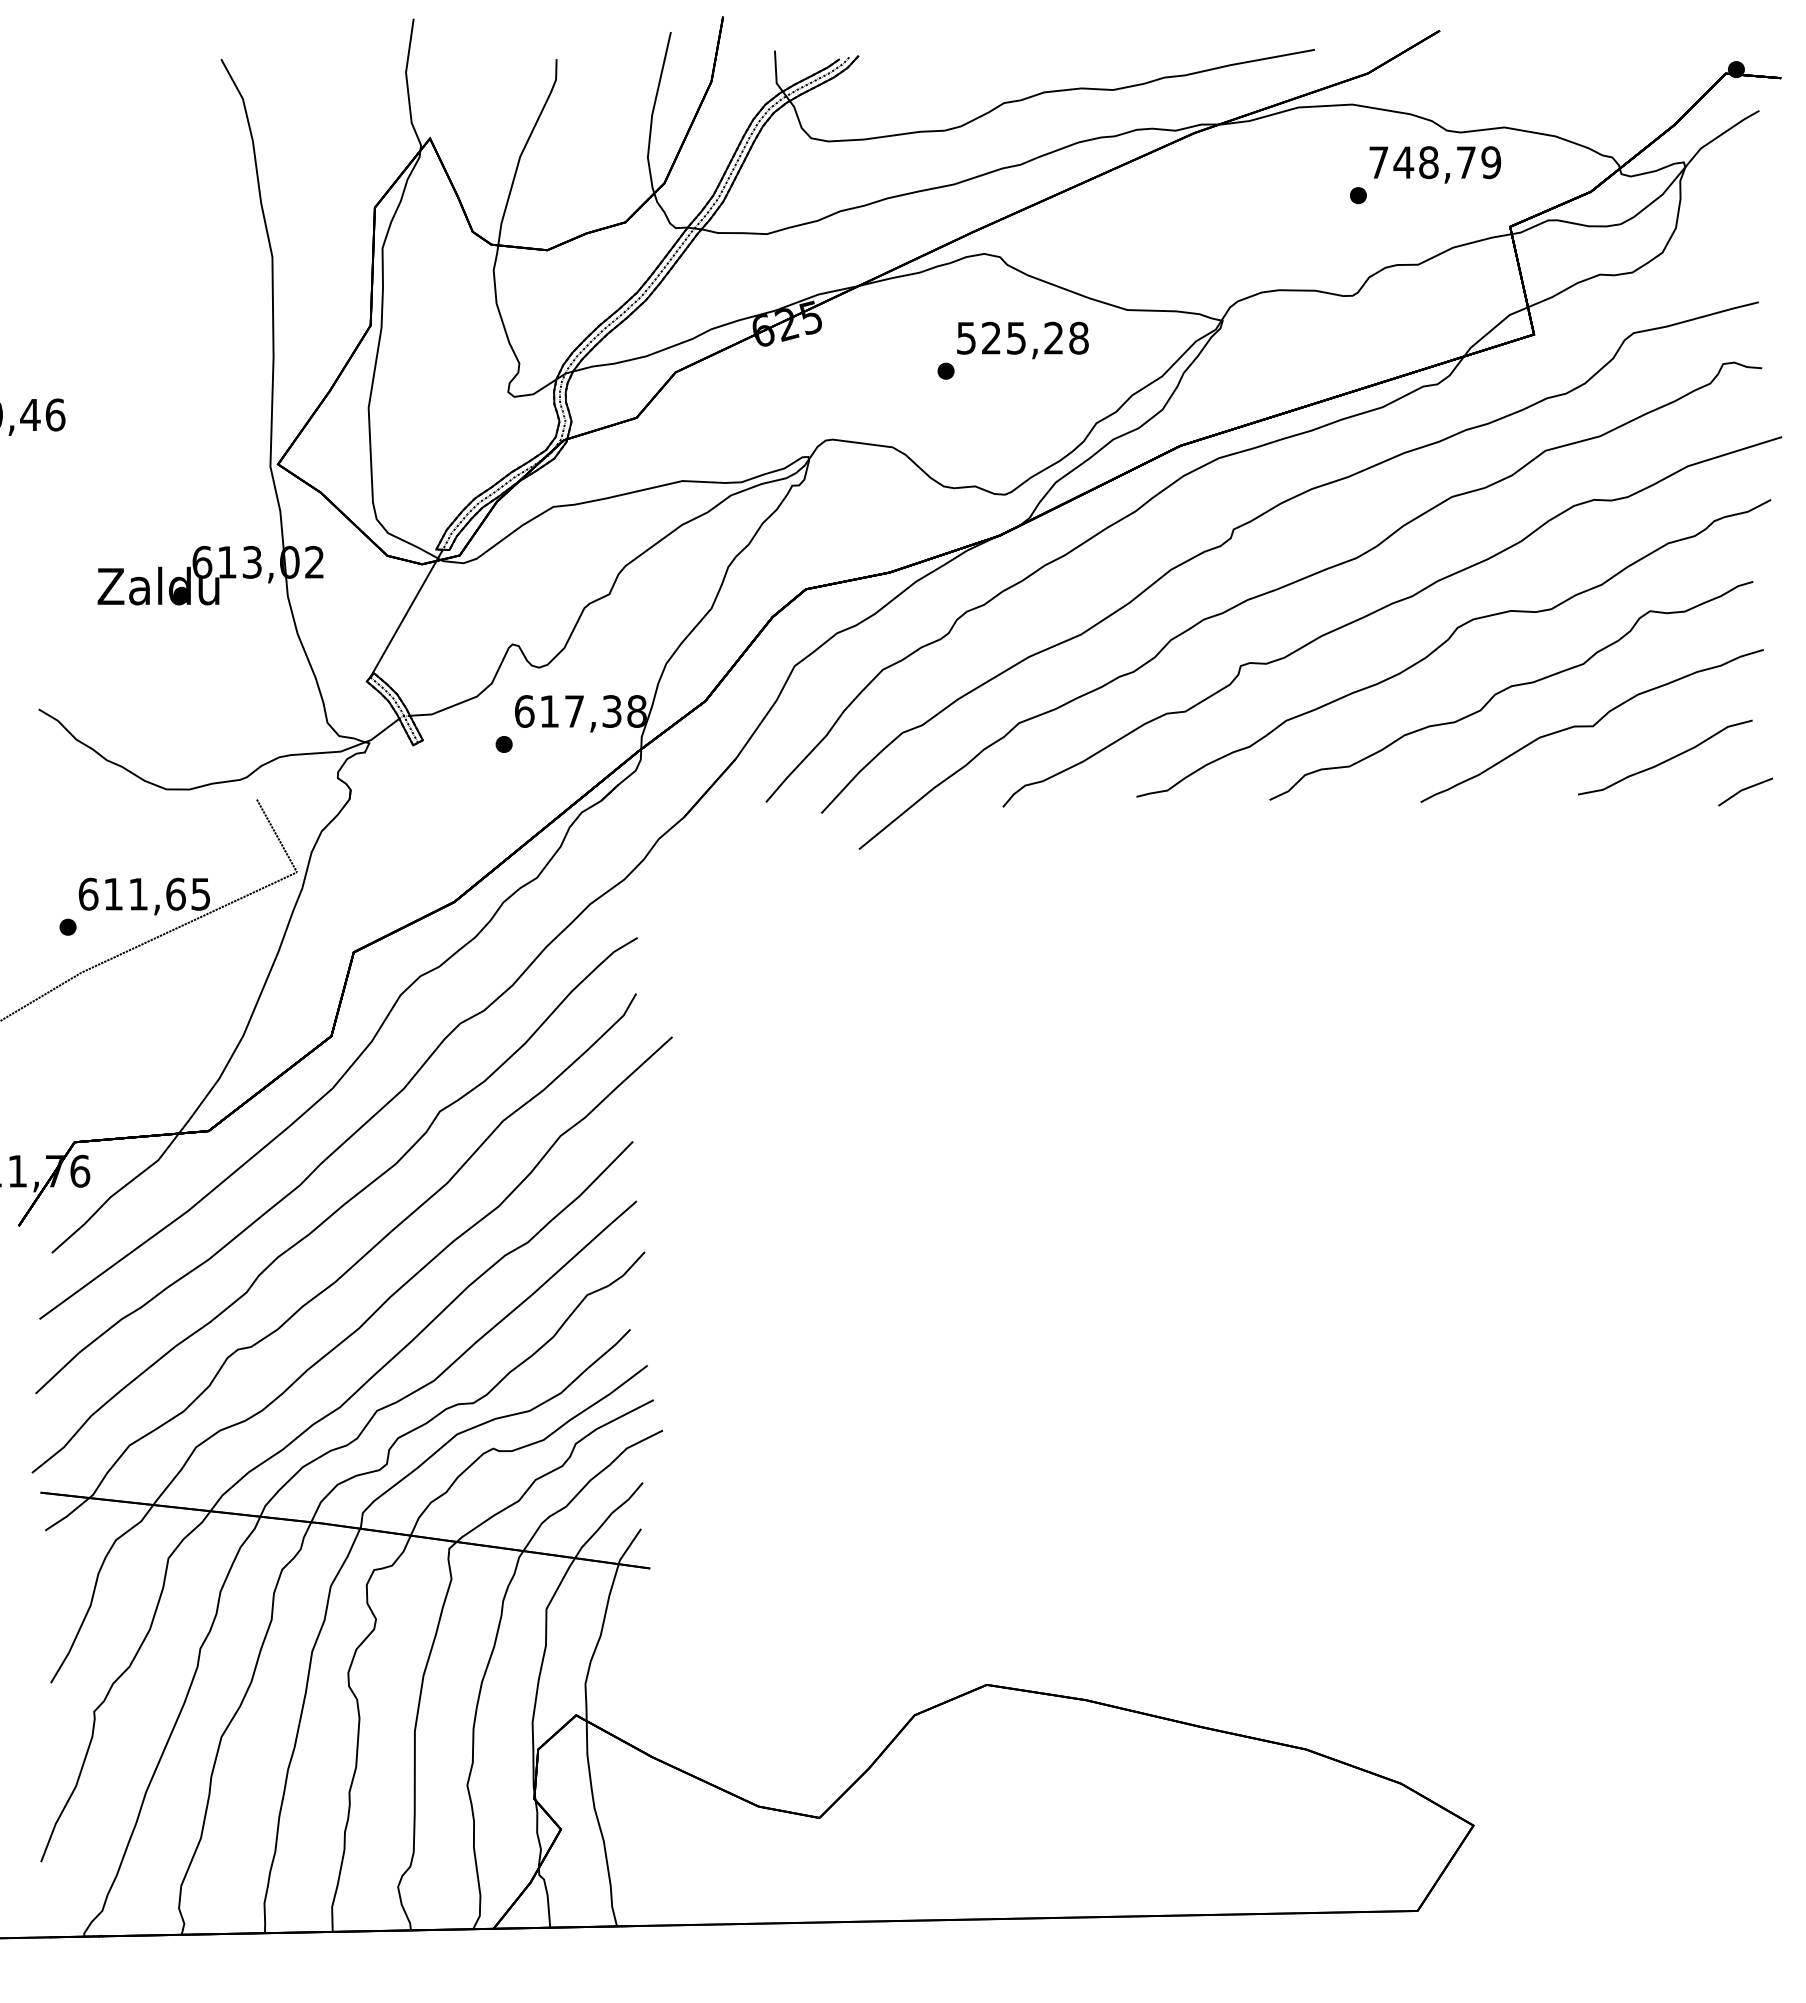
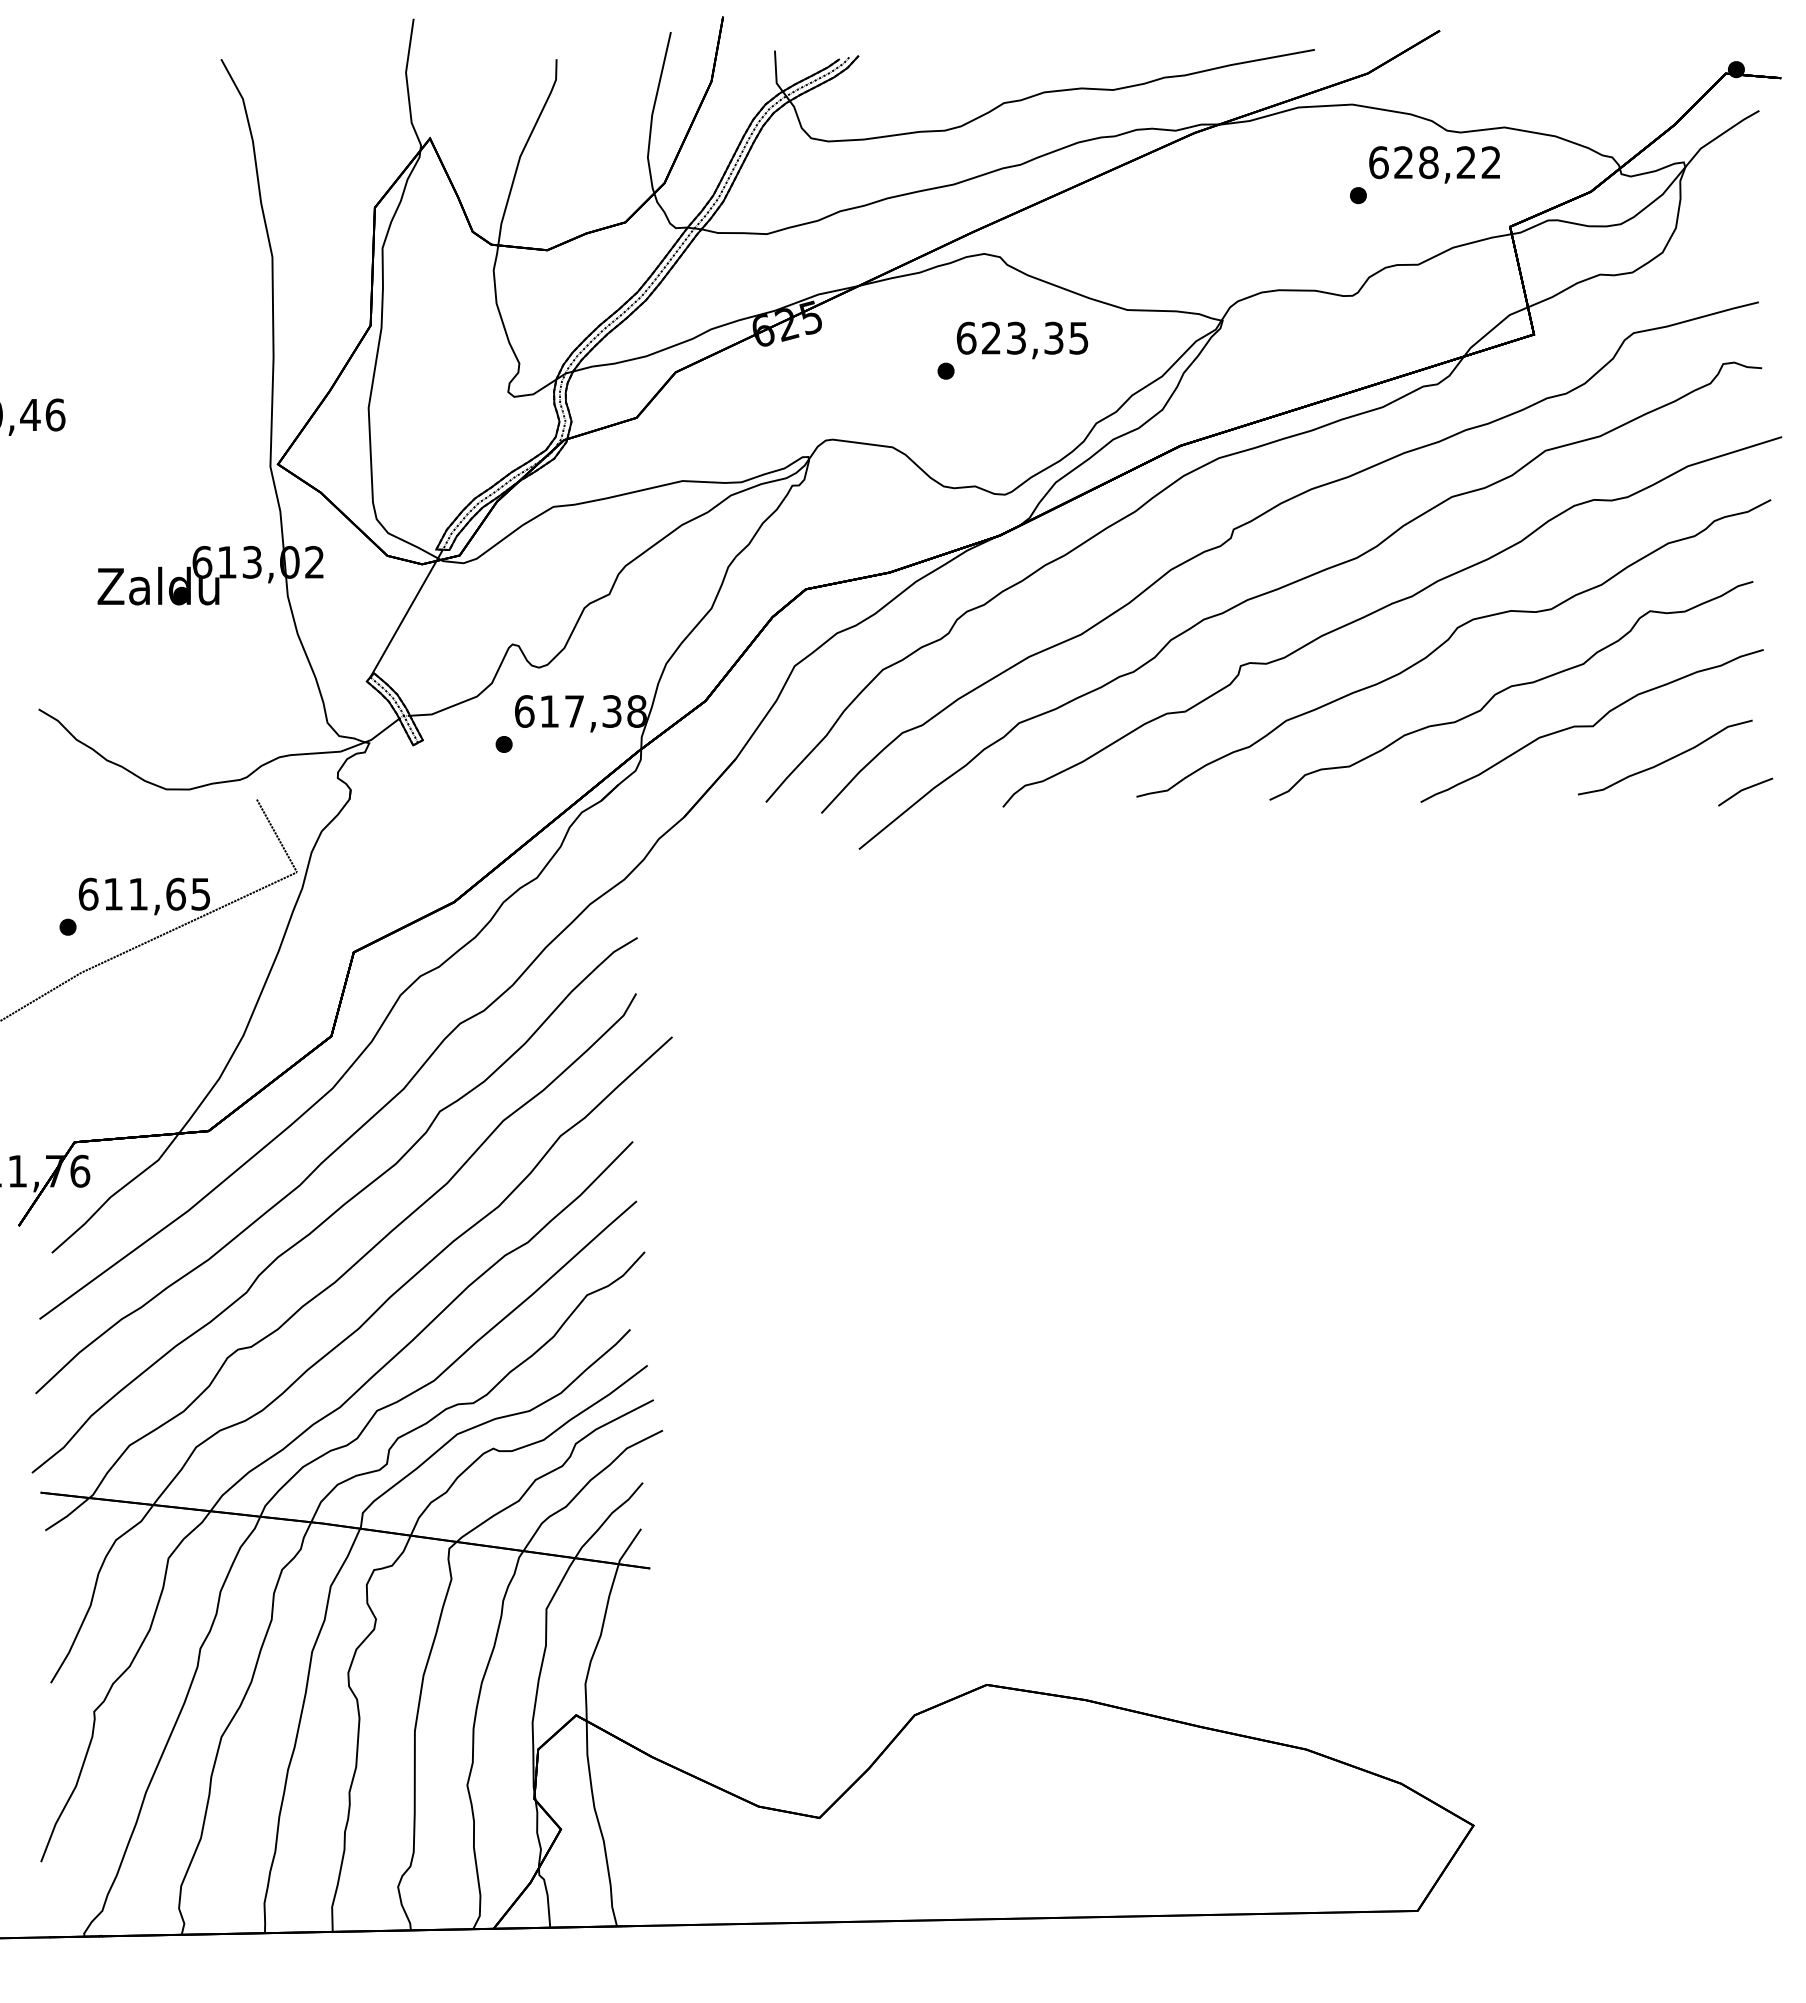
text at (1435, 162): 748,79 -> 628,22
text at (1022, 337): 525,28 -> 623,35
